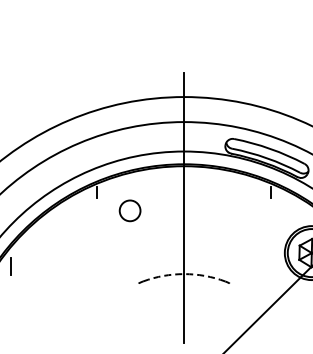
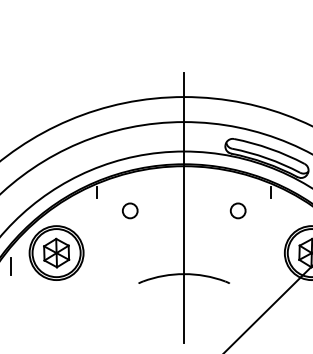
circle at (129, 210) size: 24x24 px -> 17x18 px
circle at (237, 210): none -> present
part at (56, 252): none -> present
arc at (184, 274): dashed -> solid
